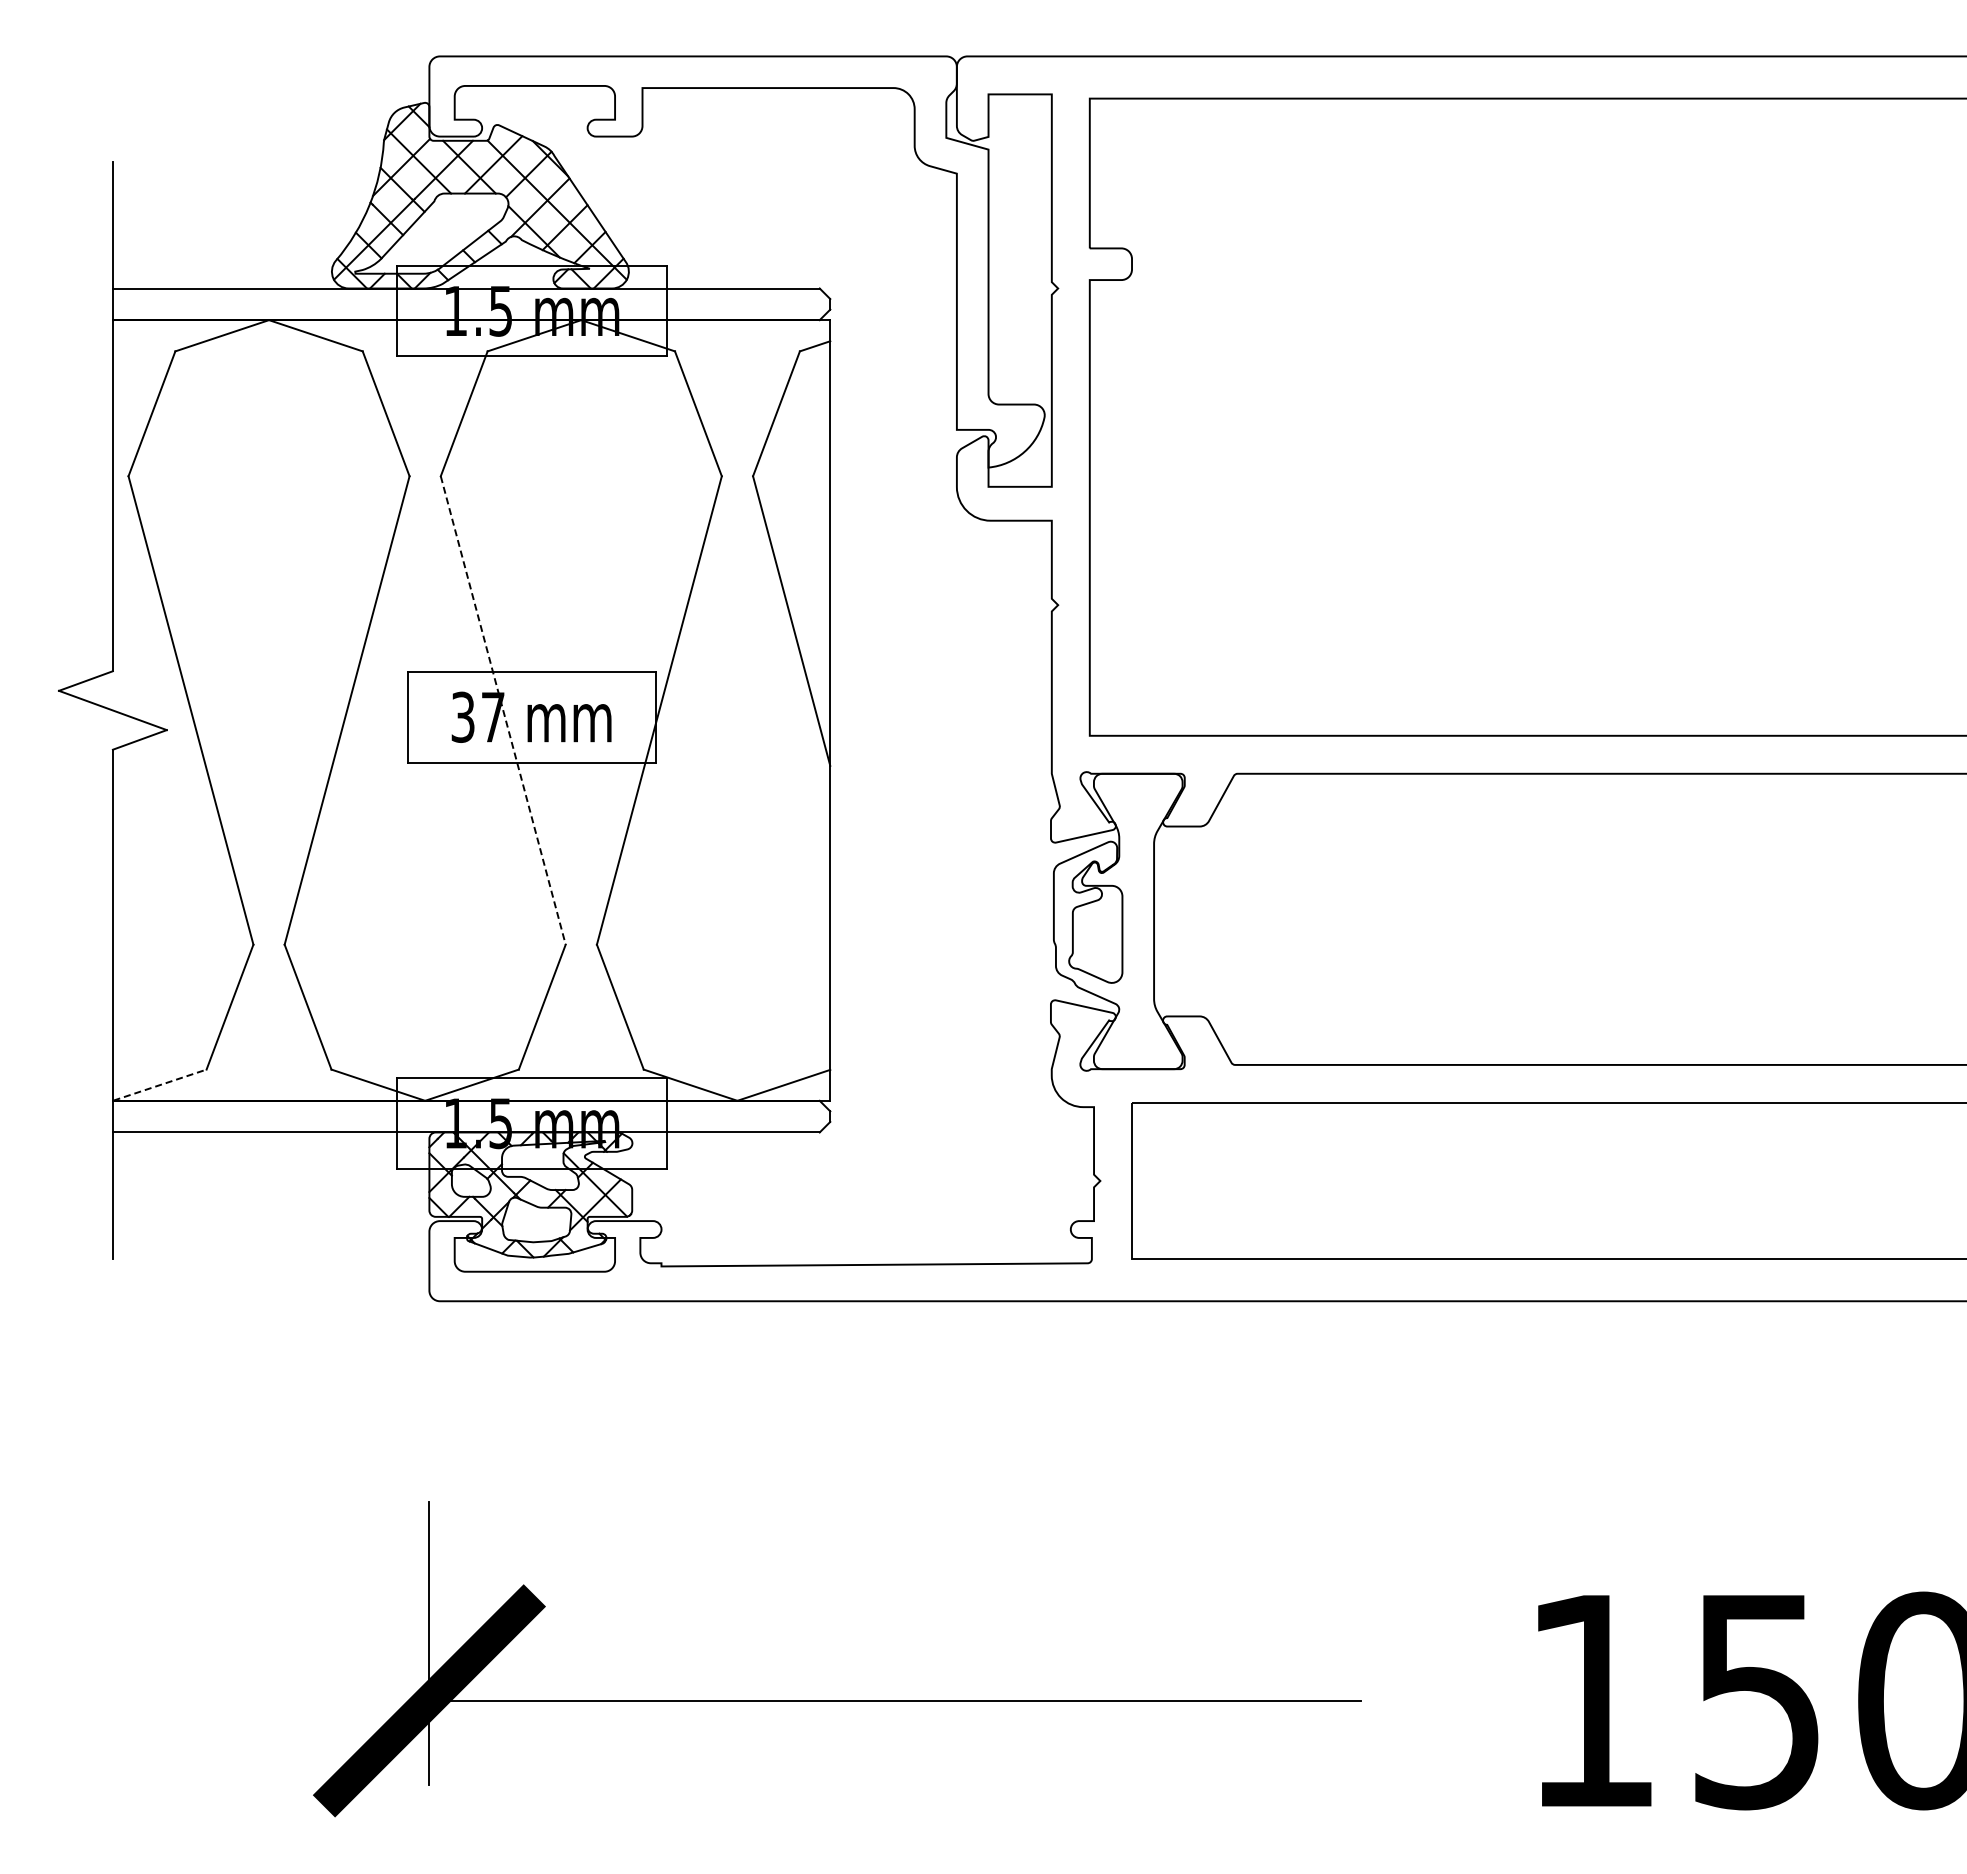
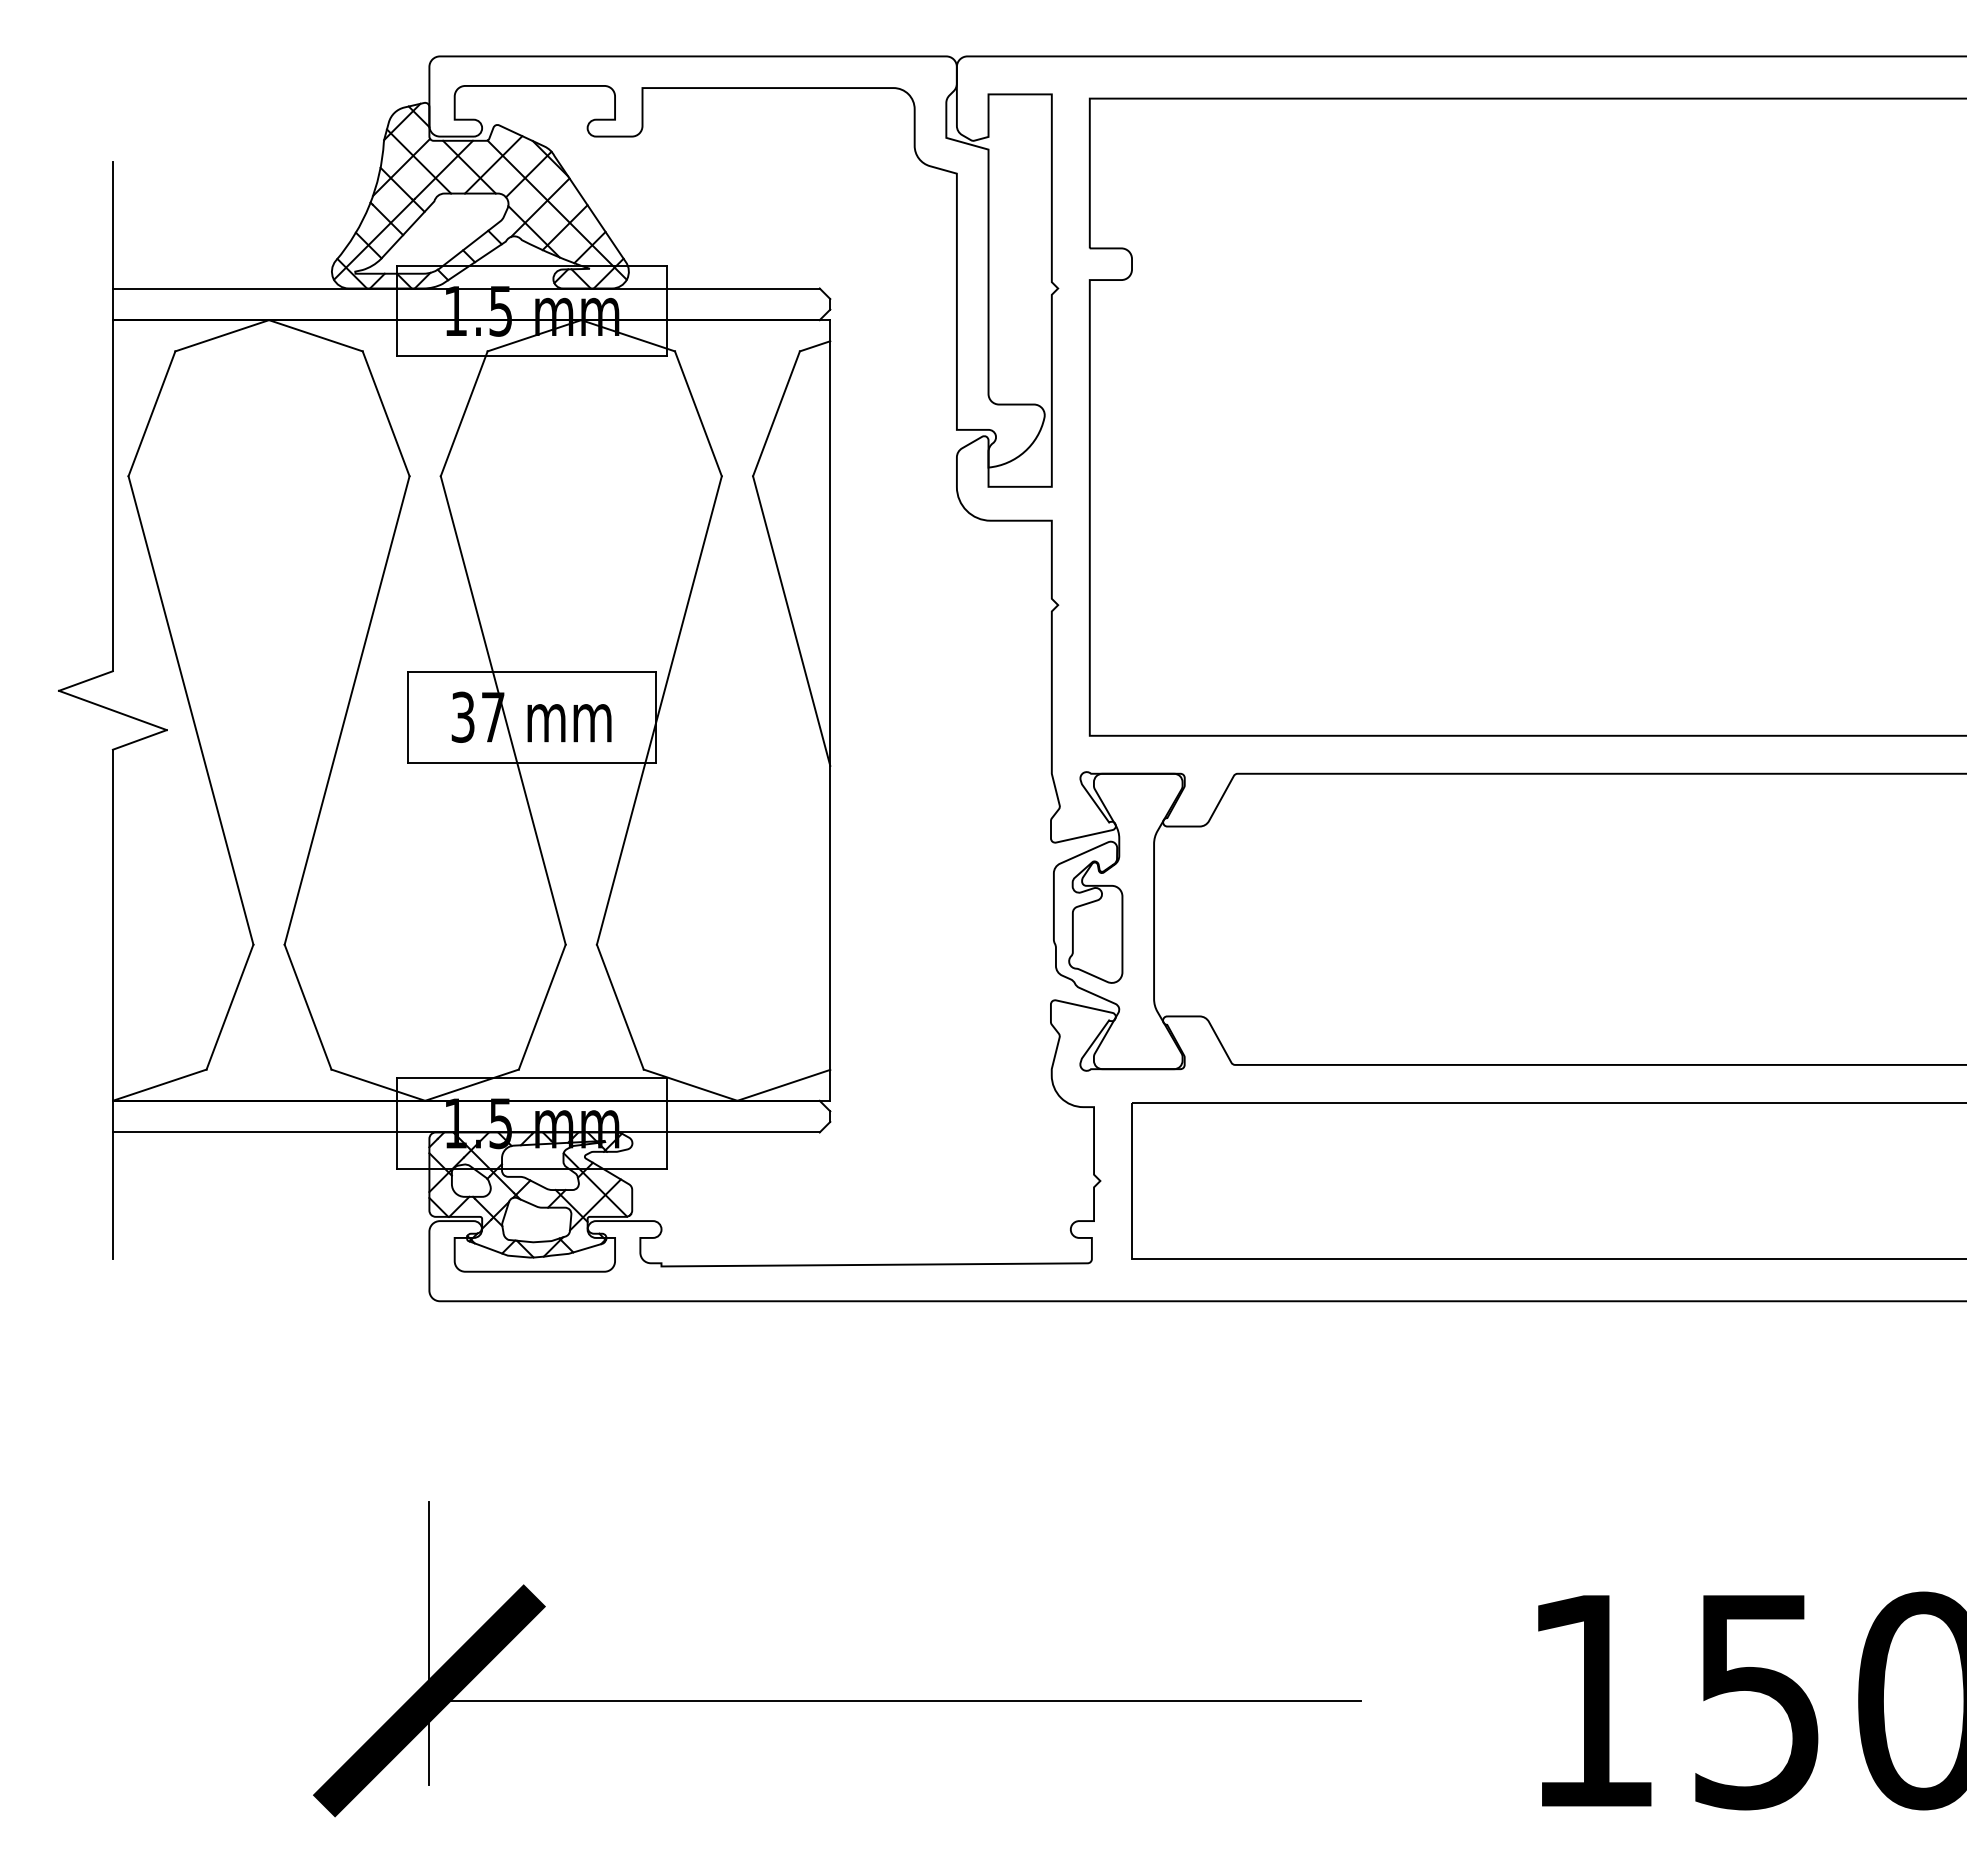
line at (503, 710): dashed -> solid
line at (160, 1084): dashed -> solid
